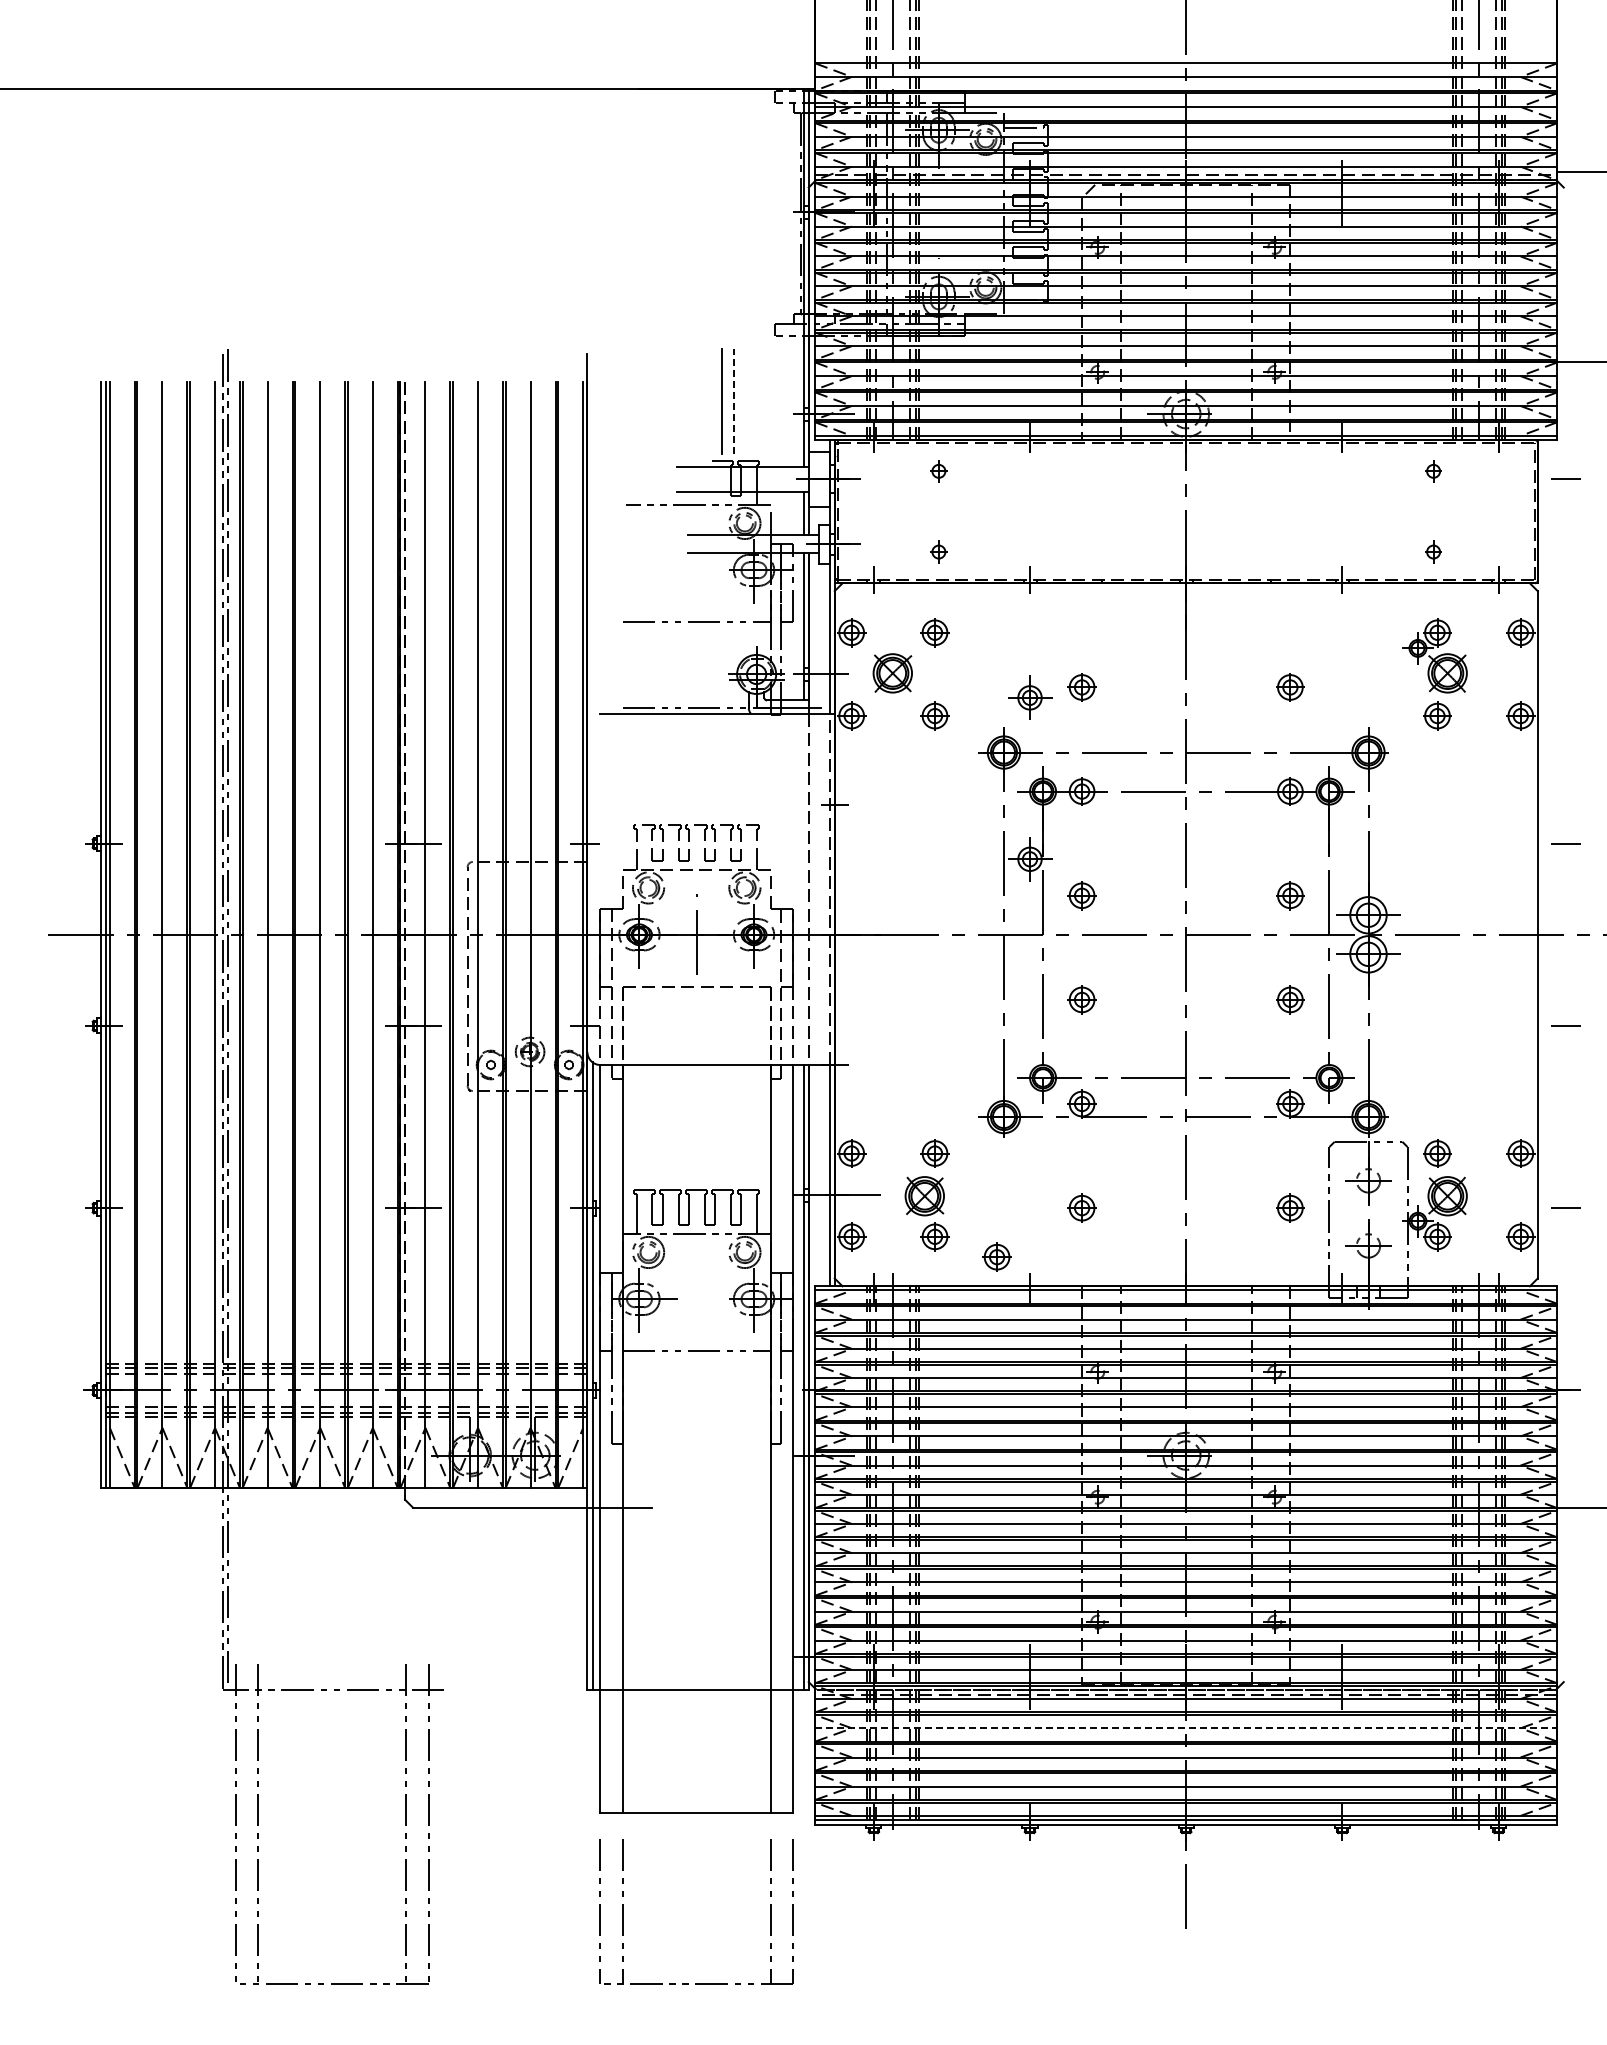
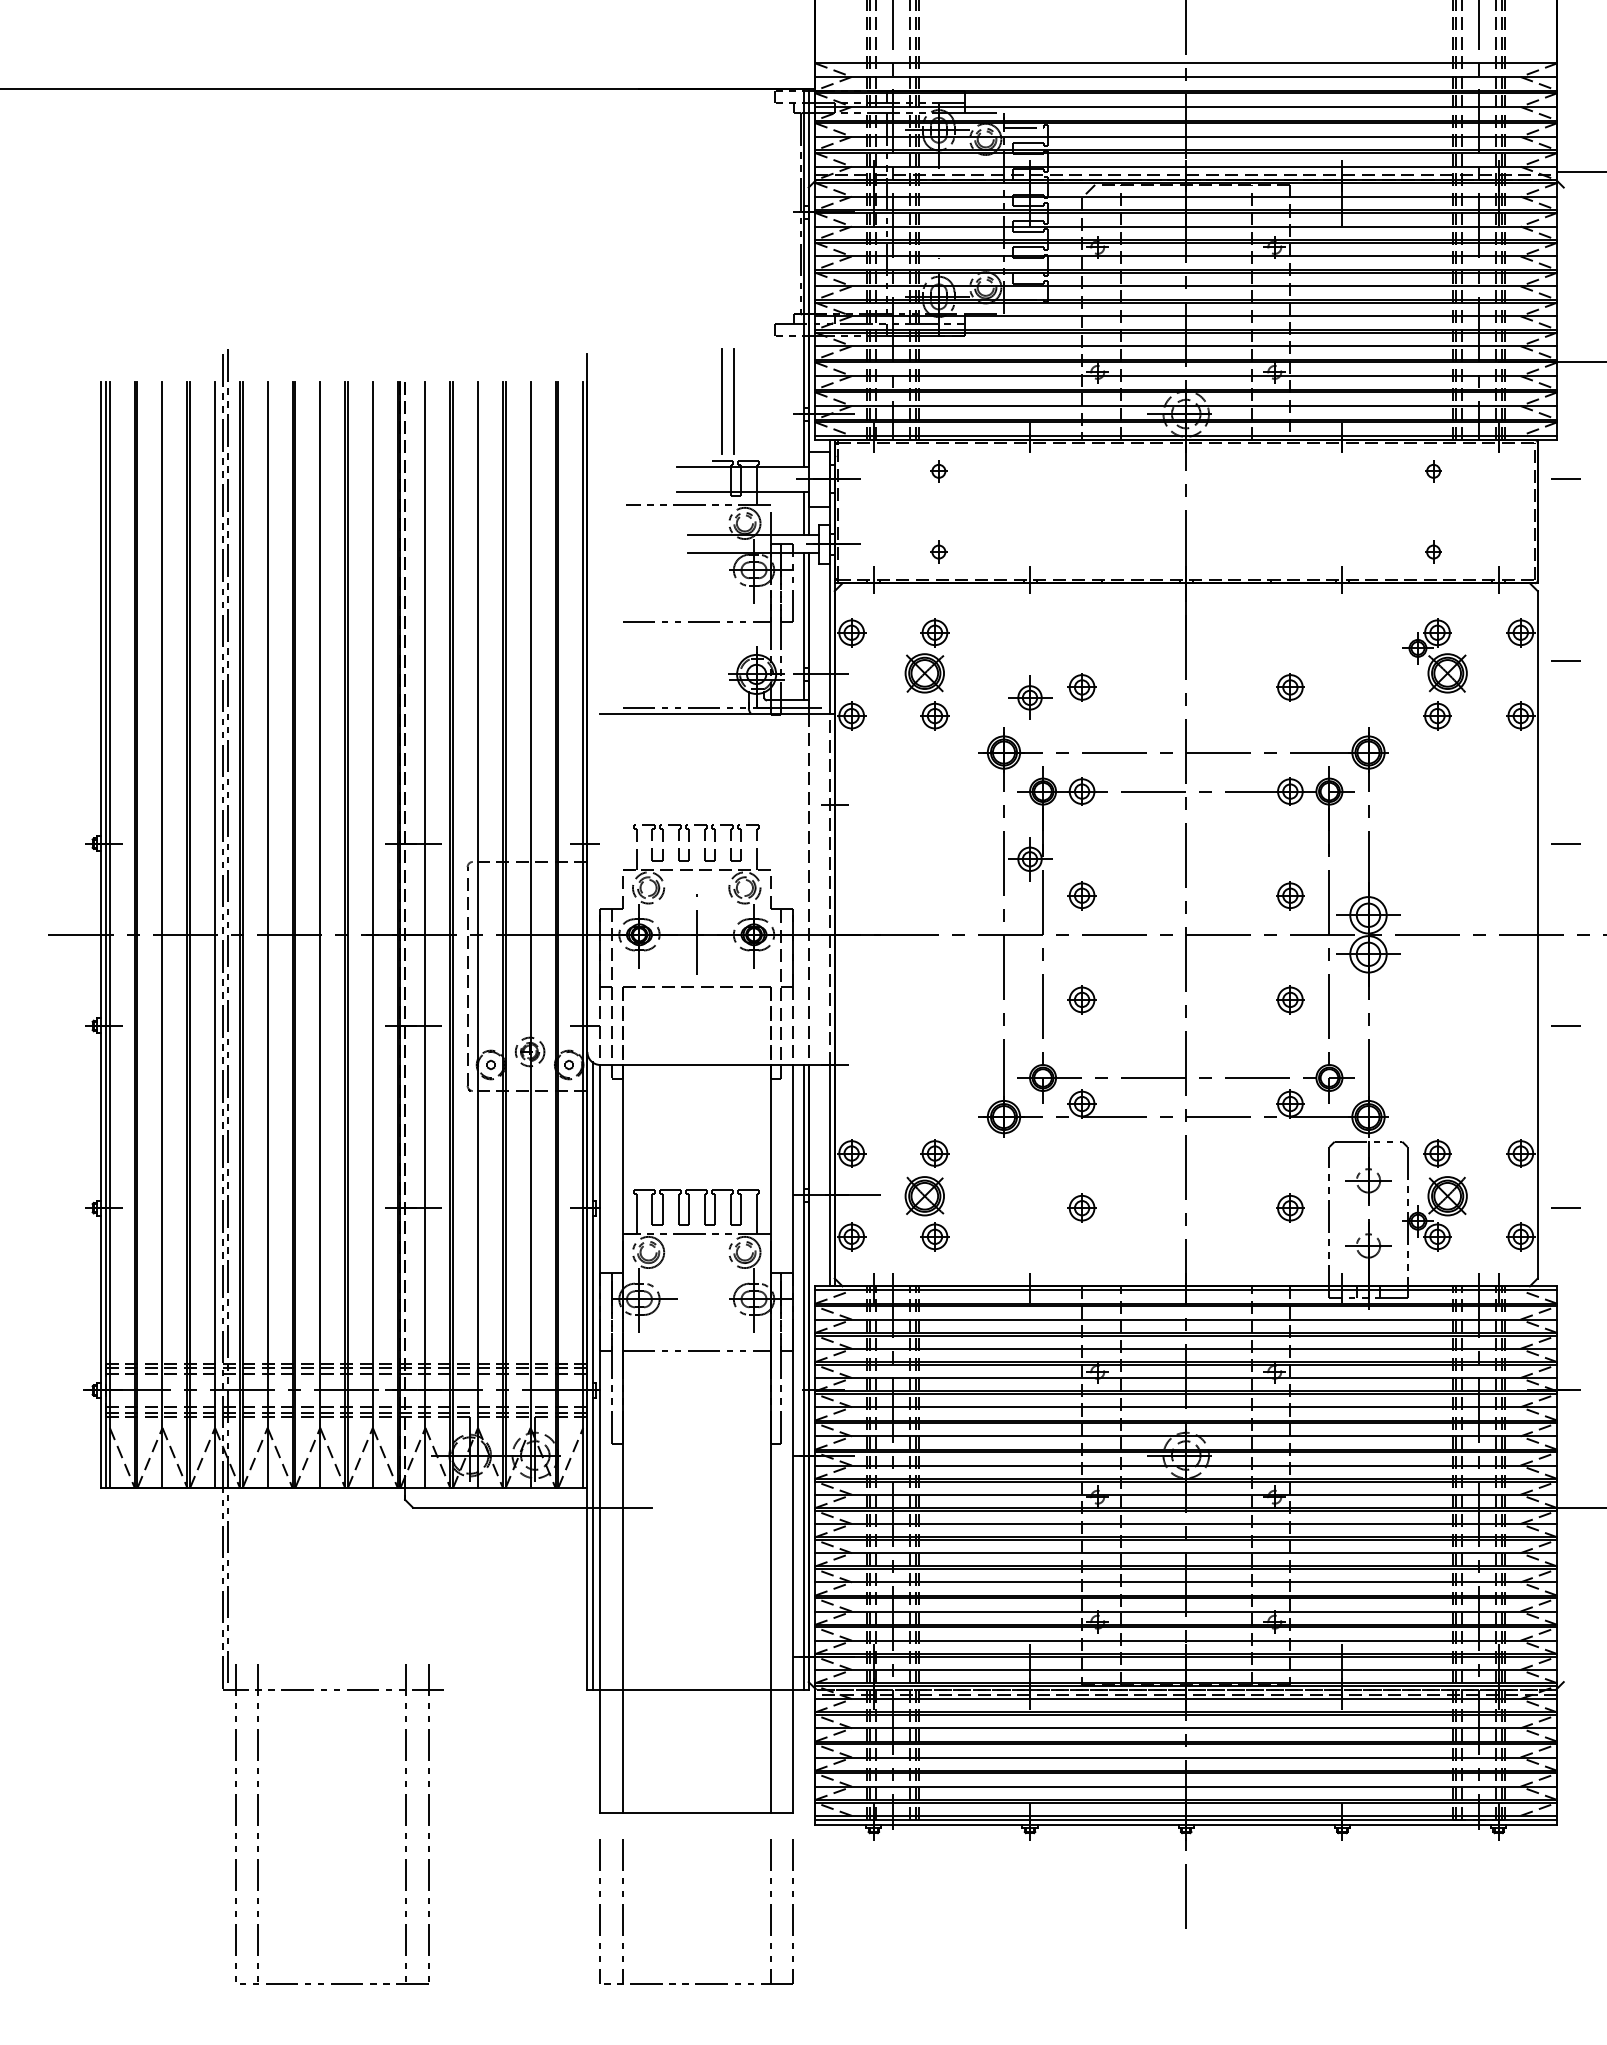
line at (734, 400): dashed -> solid
line at (1565, 661): none -> present
part at (892, 673) position: (892, 673) -> (924, 673)
part at (996, 1256): present -> none
line at (1186, 1728): dashed -> solid
